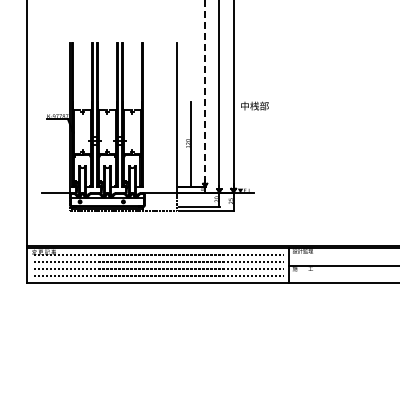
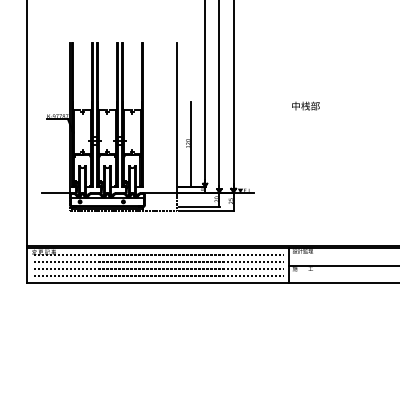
line at (205, 91): dashed -> solid
text at (254, 105) position: (254, 105) -> (305, 105)
